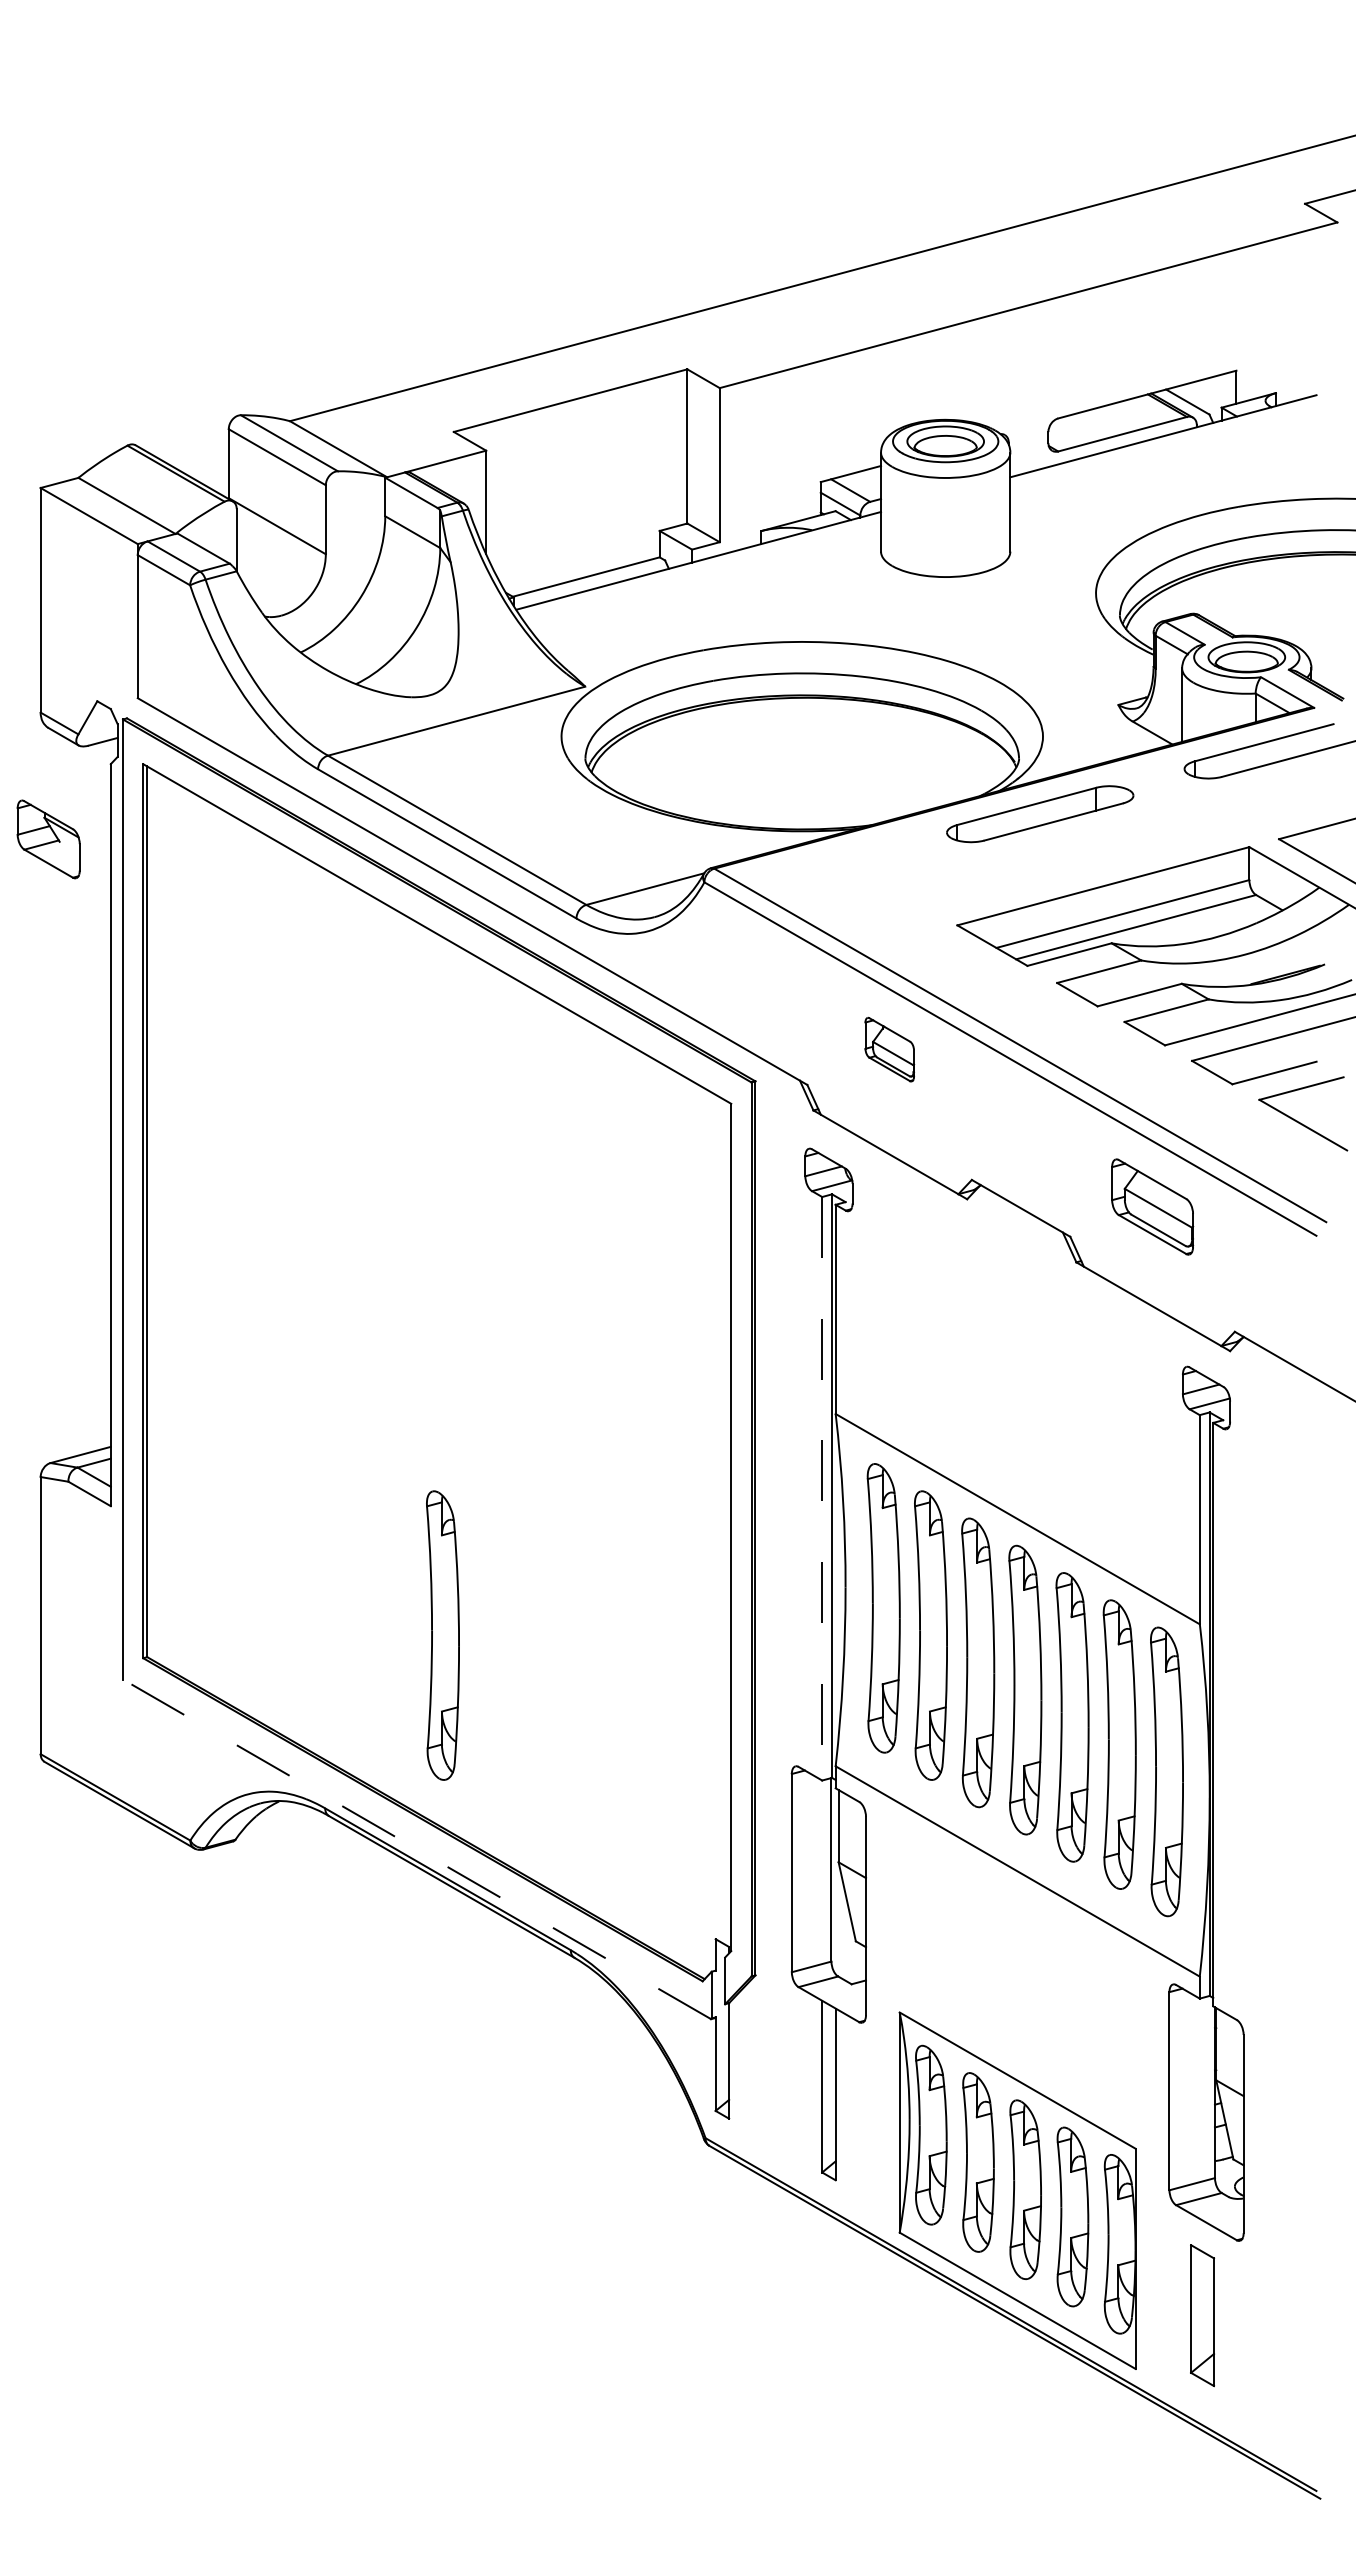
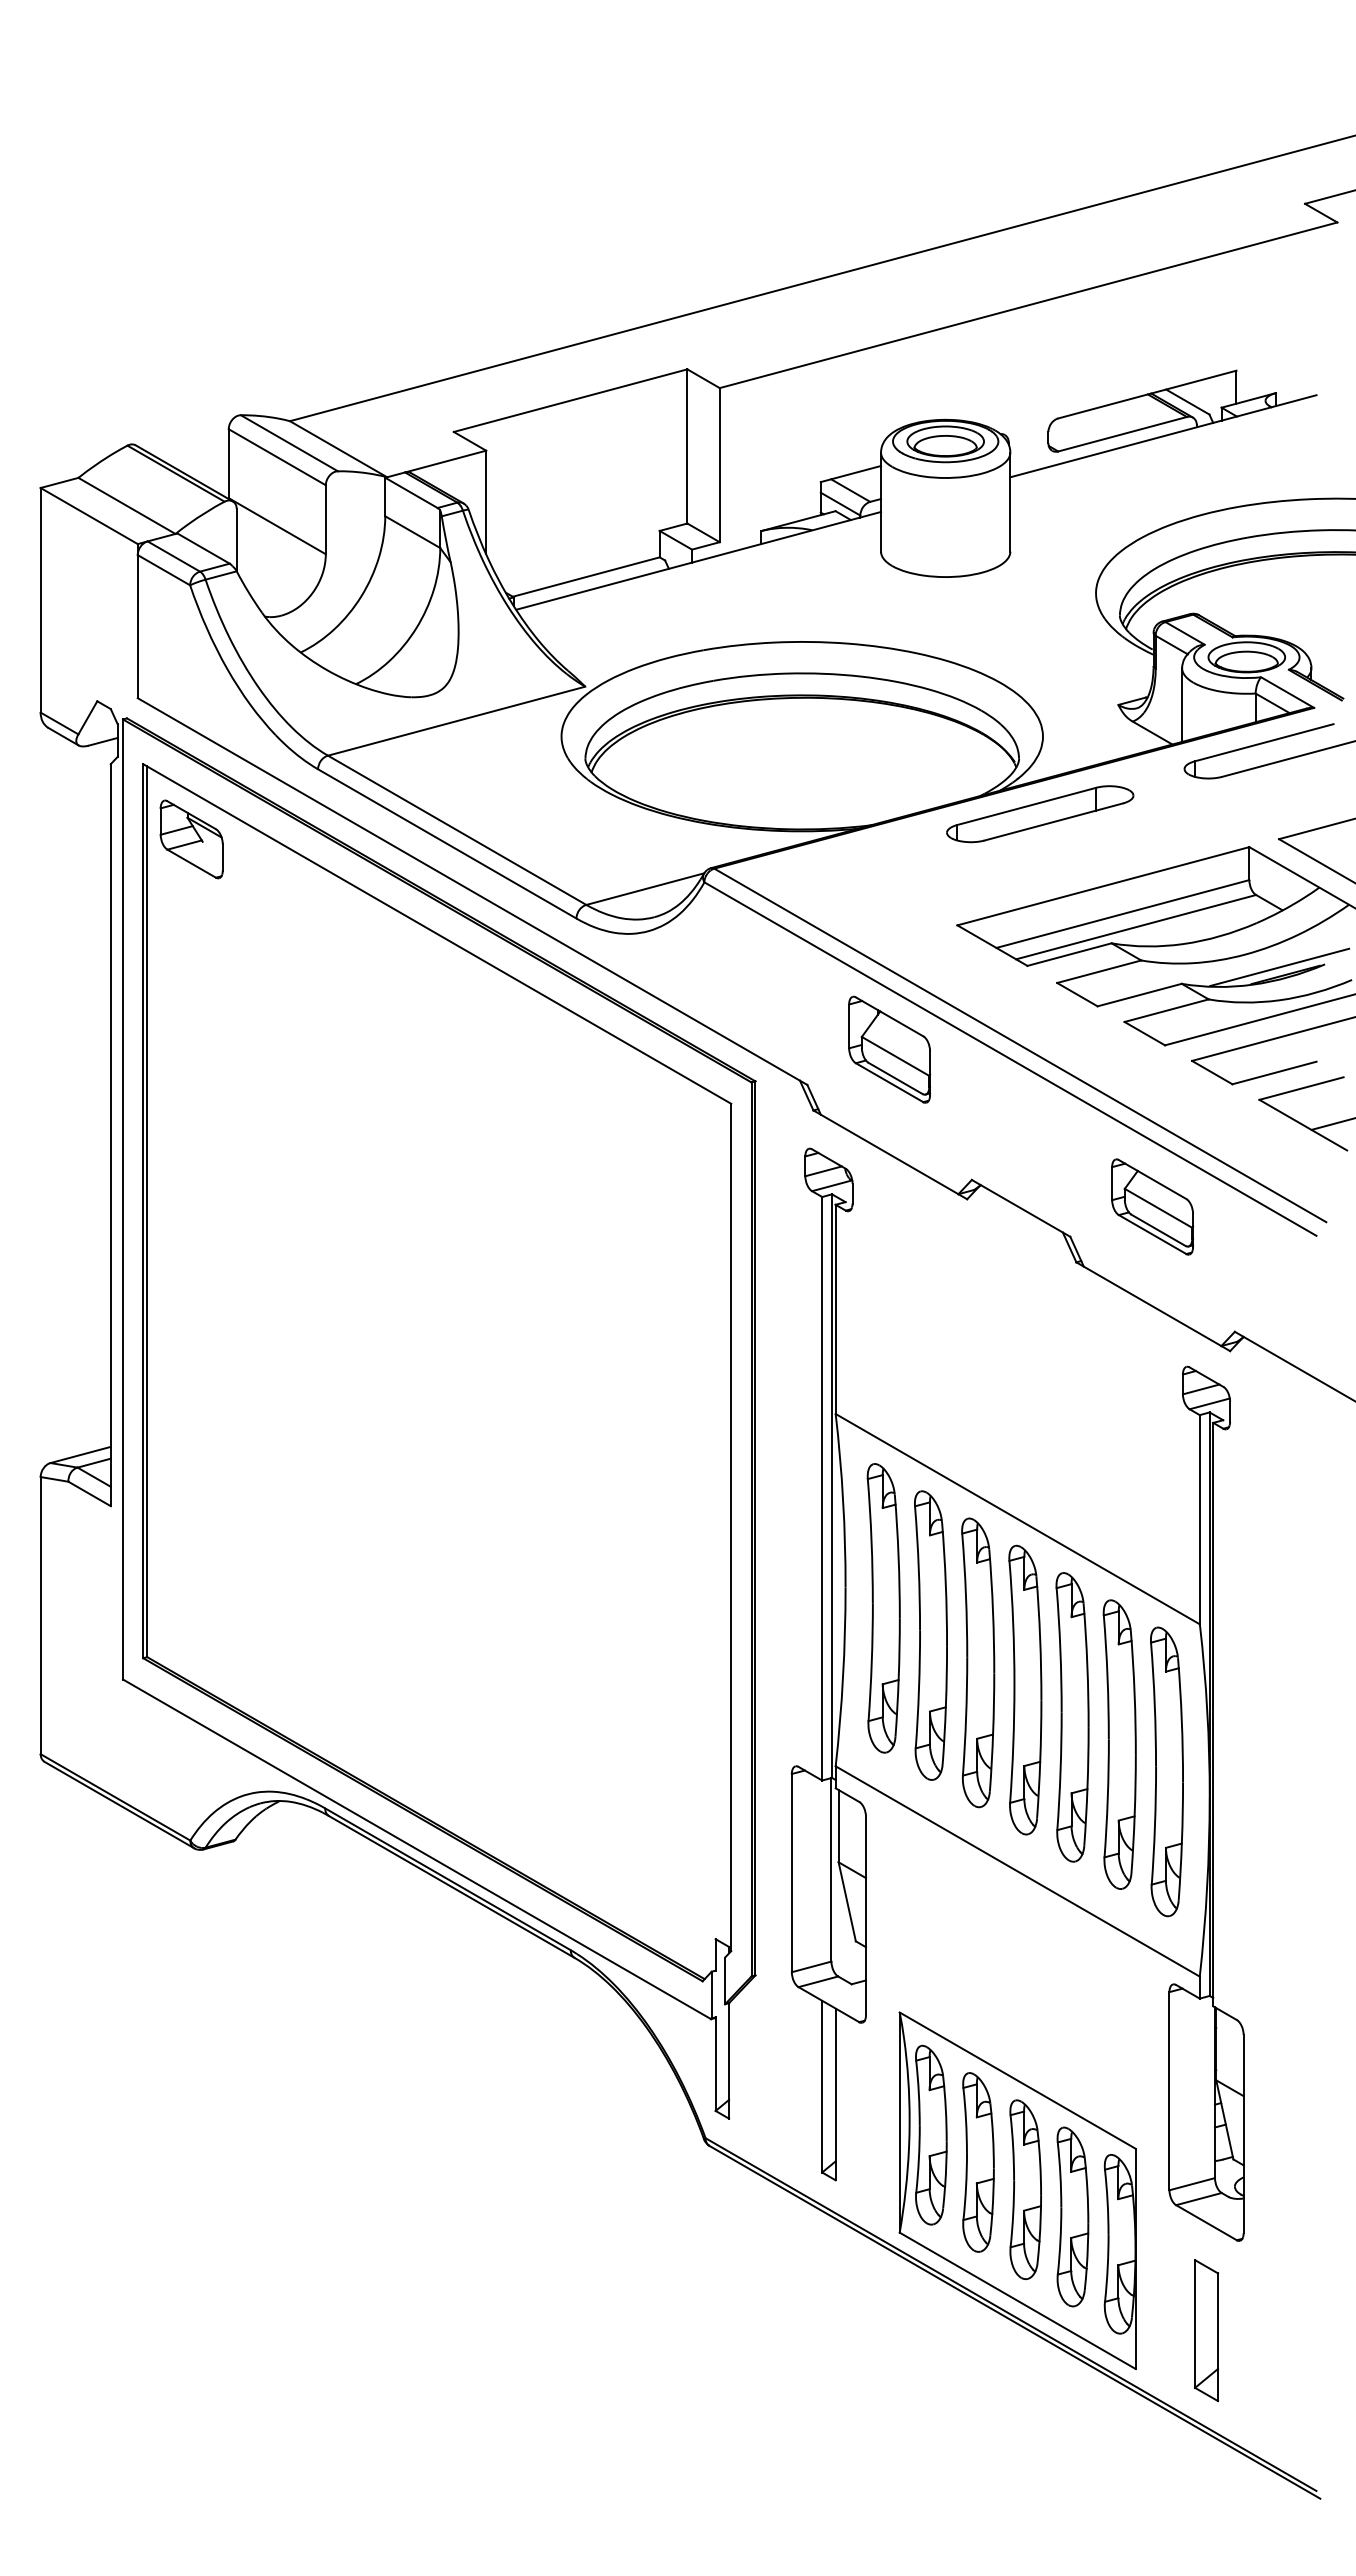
part at (48, 839) position: (48, 839) -> (191, 839)
line at (1279, 967): none -> present
part at (889, 1049) size: 52x67 px -> 84x109 px
line at (1331, 1124): none -> present
line at (822, 1488): dashed -> solid
part at (442, 1635): present -> none
line at (417, 1849): dashed -> solid
part at (1202, 2315) position: (1202, 2315) -> (1206, 2330)
